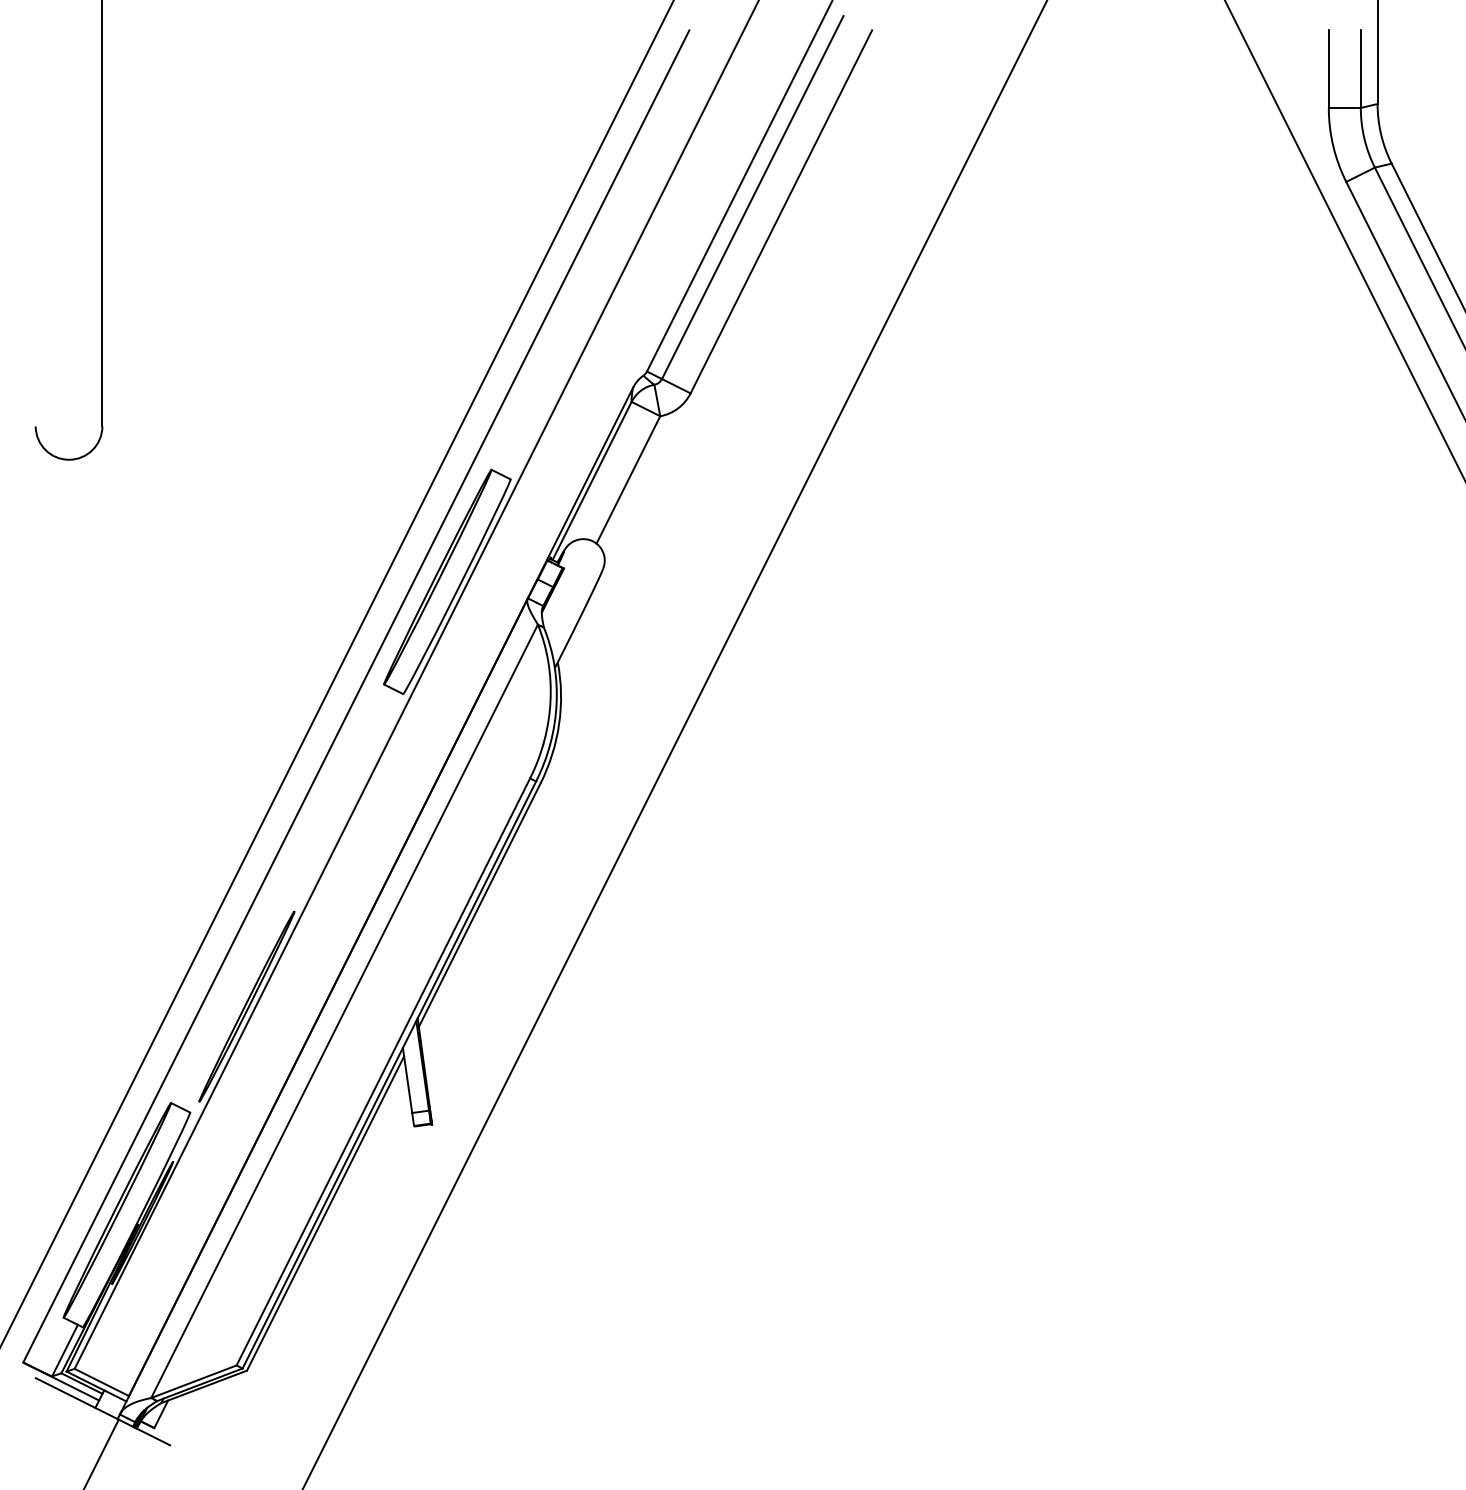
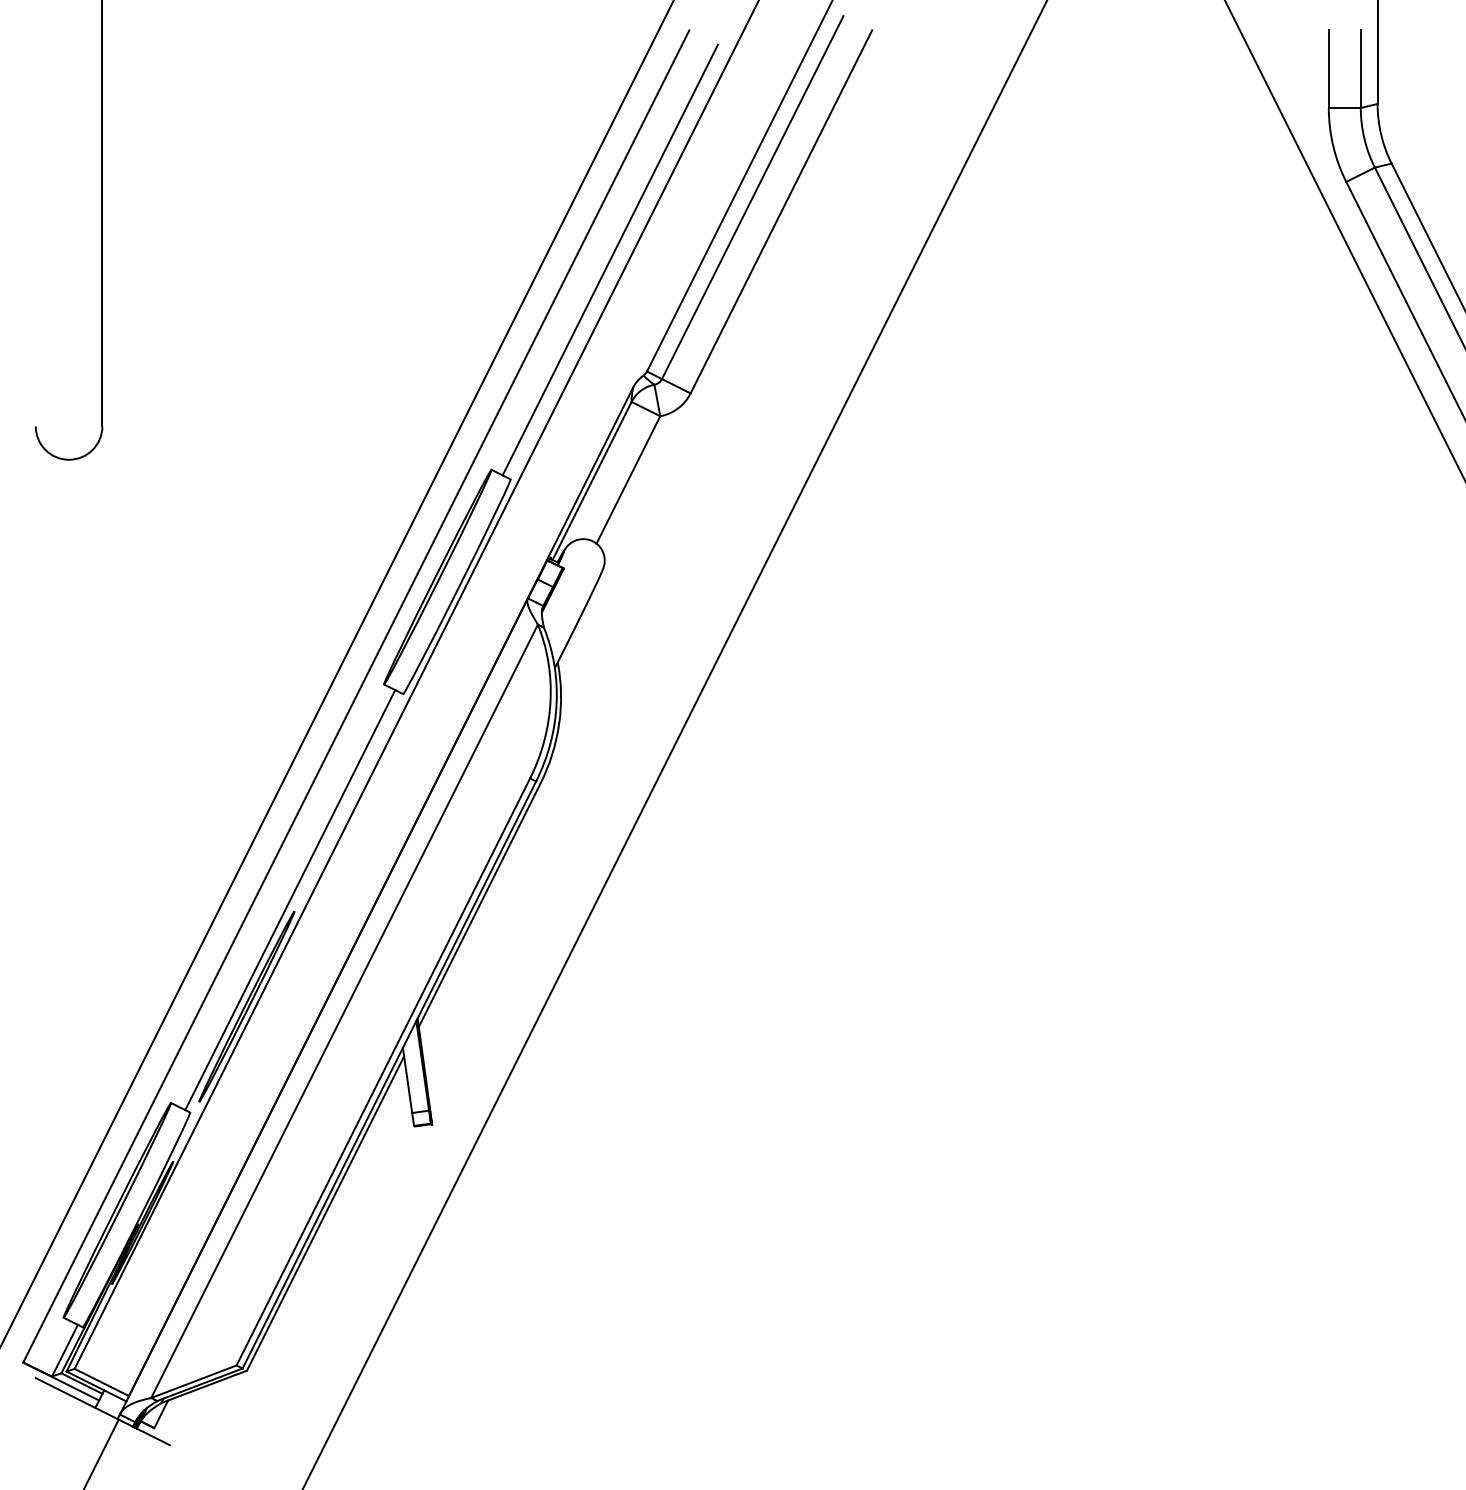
line at (609, 259): none -> present
line at (290, 900): none -> present
